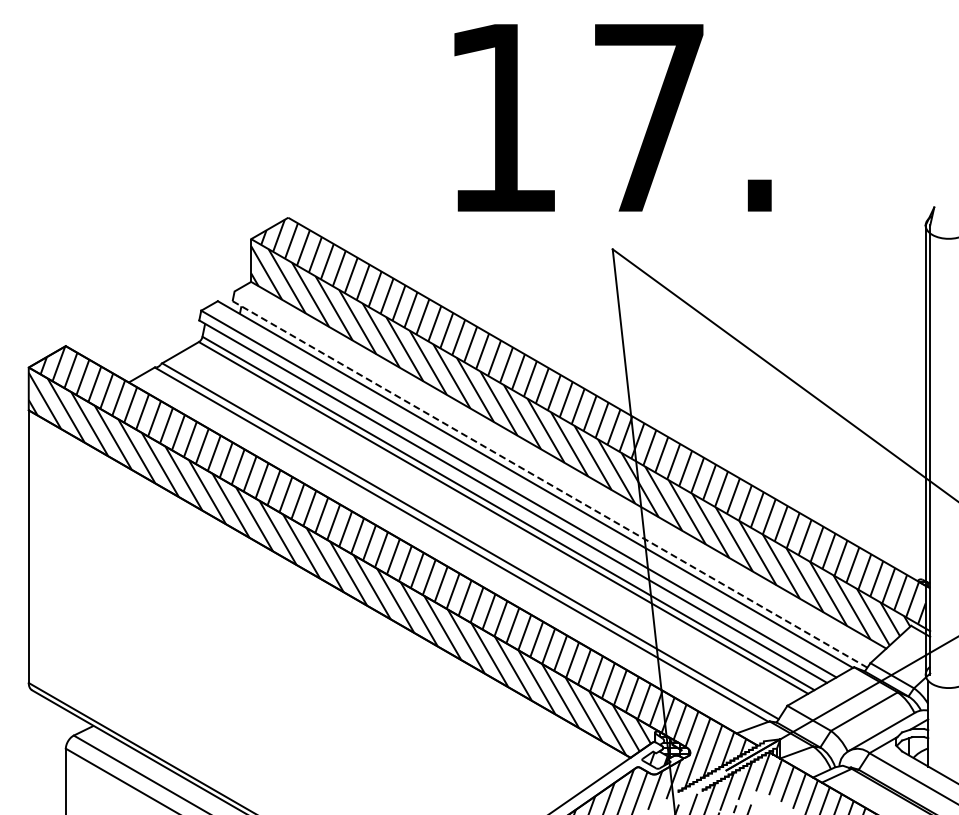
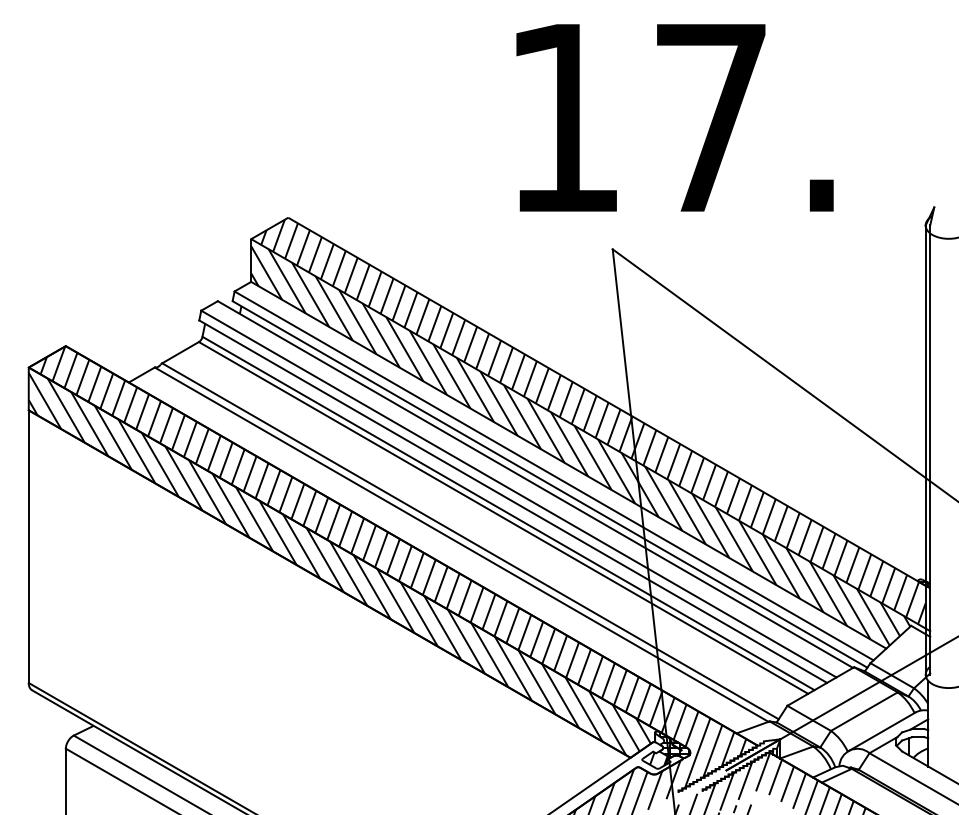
text at (612, 117) position: (612, 117) -> (674, 117)
line at (553, 475): none -> present
line at (550, 484): dashed -> solid
